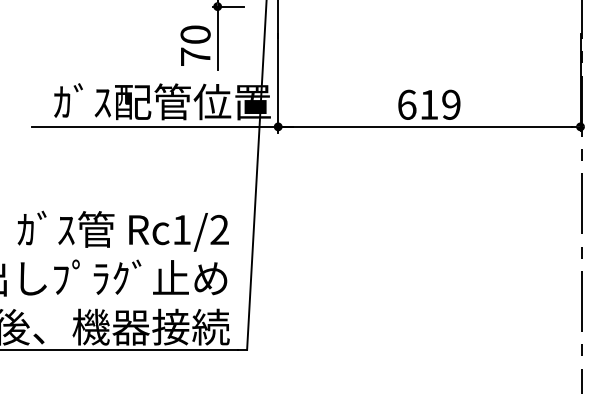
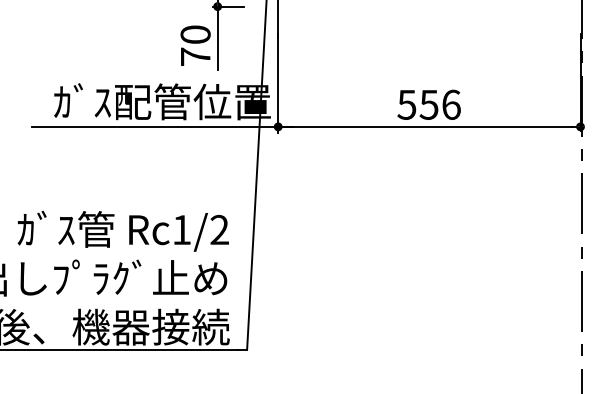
text at (428, 104): 619 -> 556
